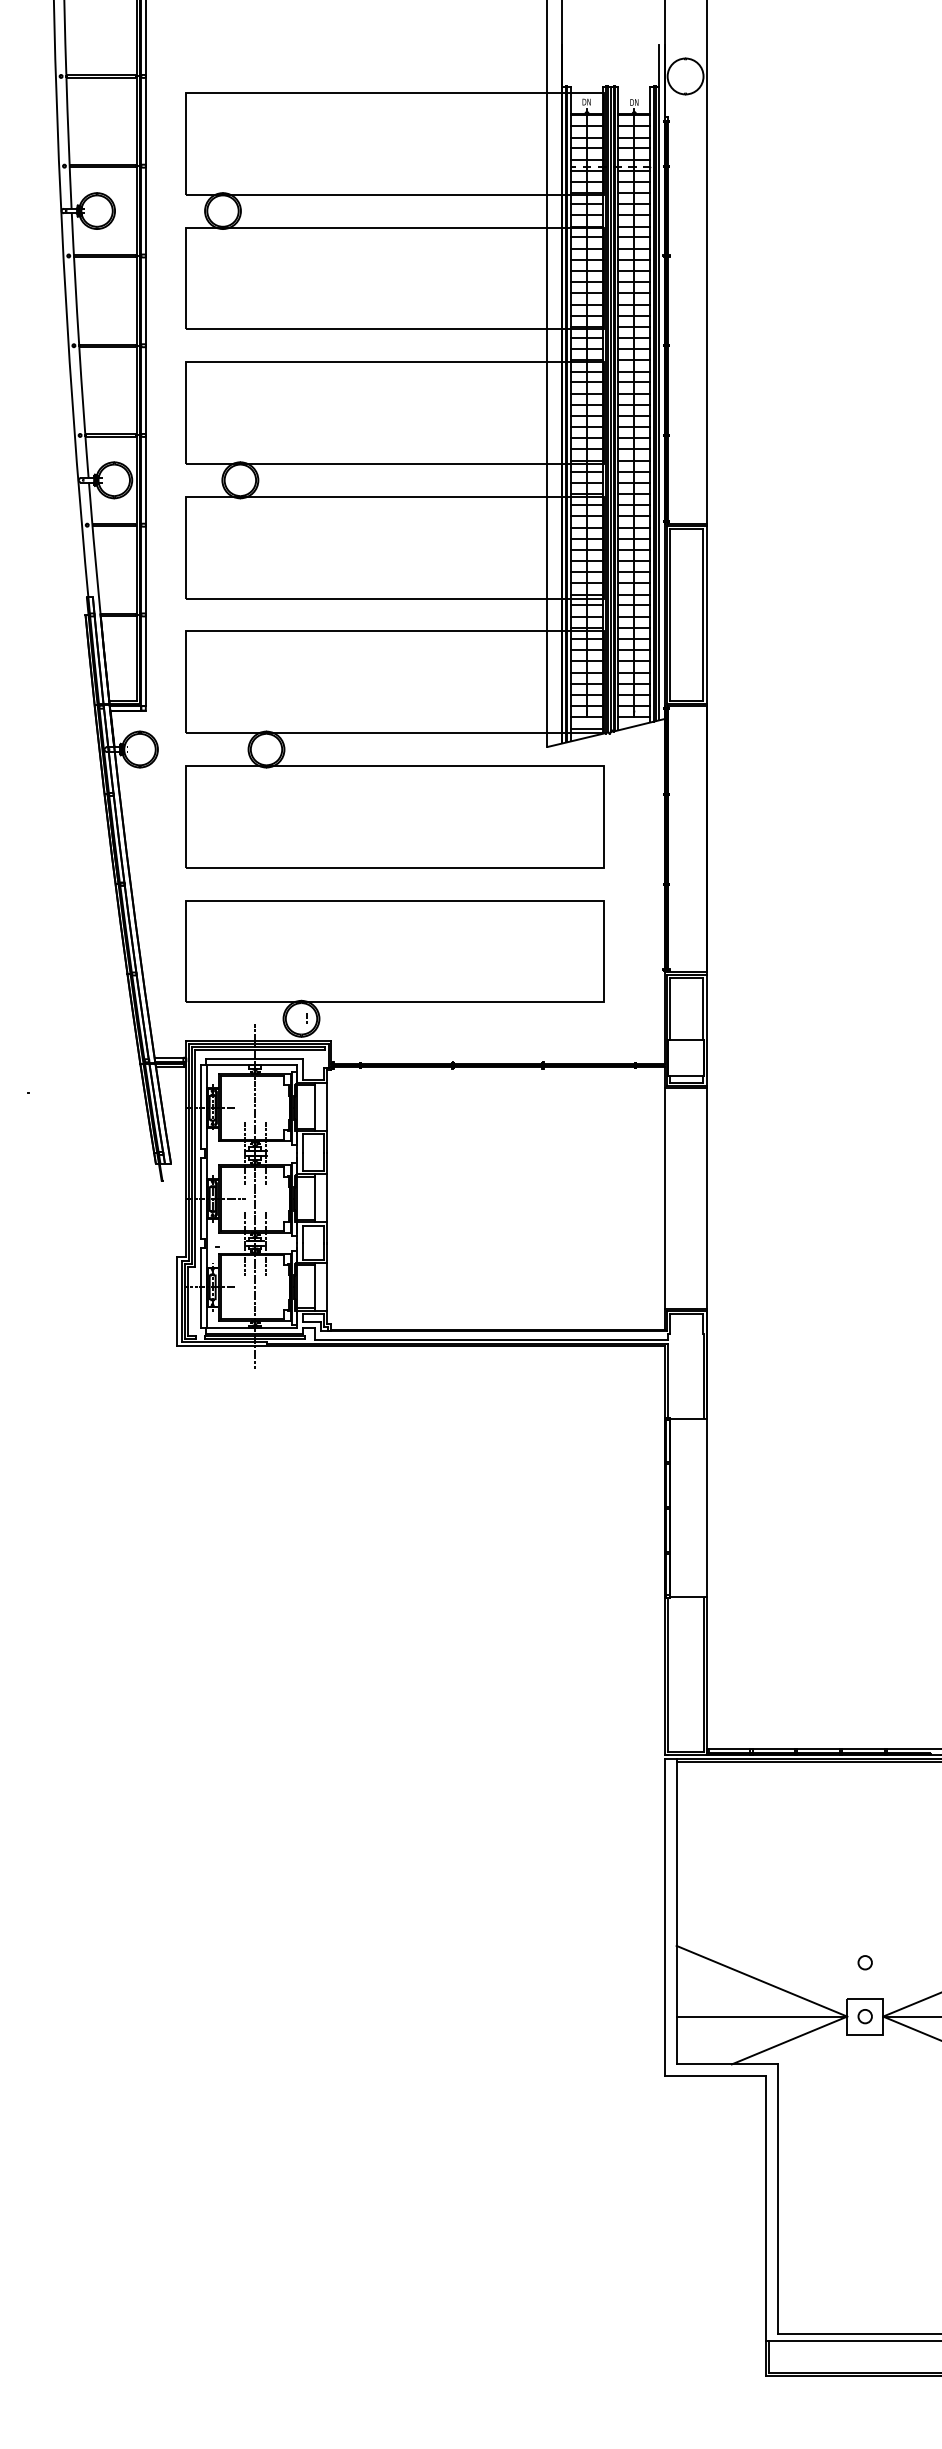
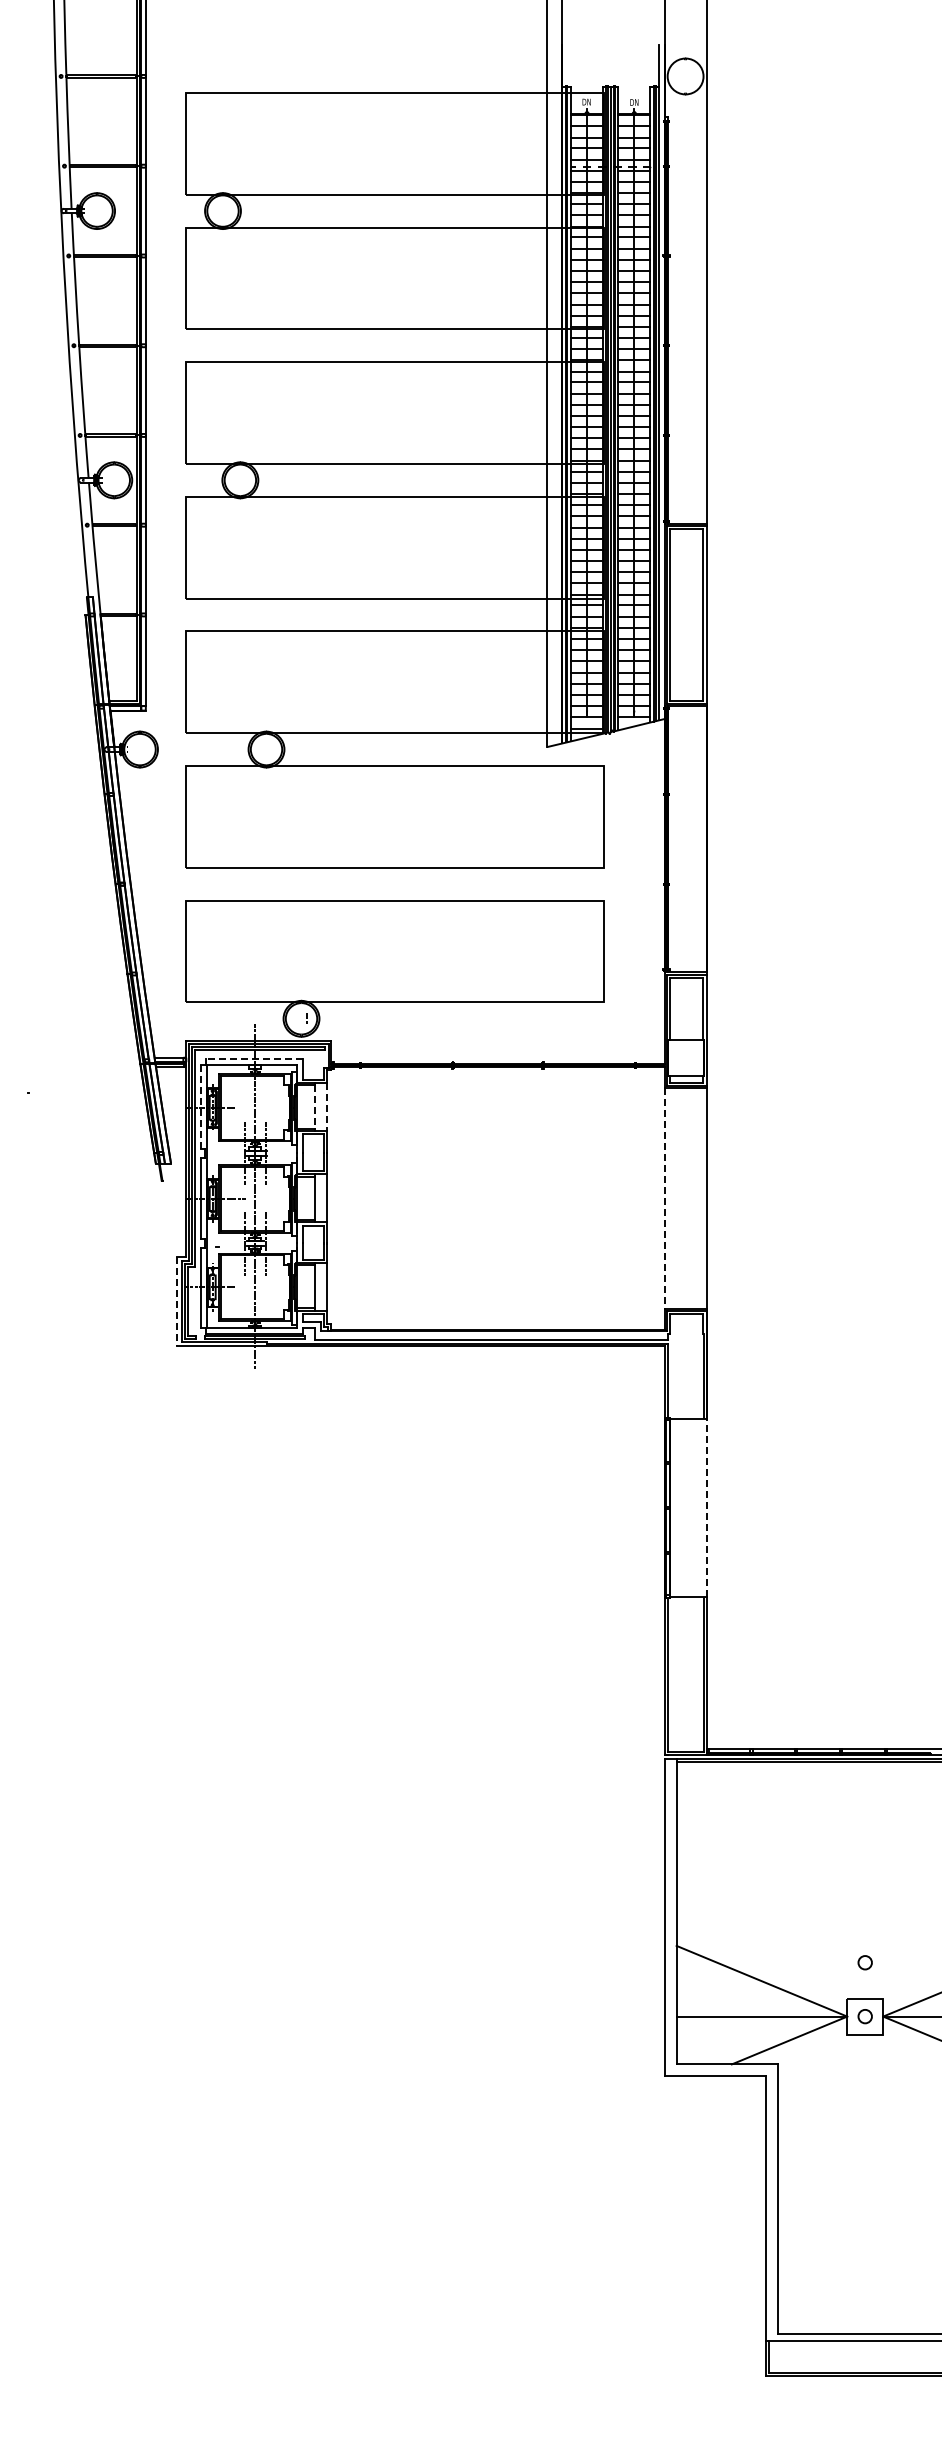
line at (254, 1059): solid -> dashed
line at (201, 1107): solid -> dashed
line at (314, 1107): solid -> dashed
line at (326, 1107): solid -> dashed
line at (664, 1198): solid -> dashed
line at (177, 1301): solid -> dashed
line at (706, 1507): solid -> dashed
